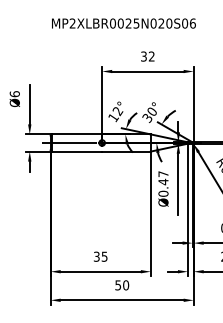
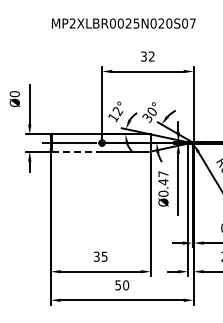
text at (192, 23): MP2XLBR0025N020S06 -> MP2XLBR0025N020S07
text at (14, 93): Ø6 -> Ø0
line at (77, 151): solid -> dashed
